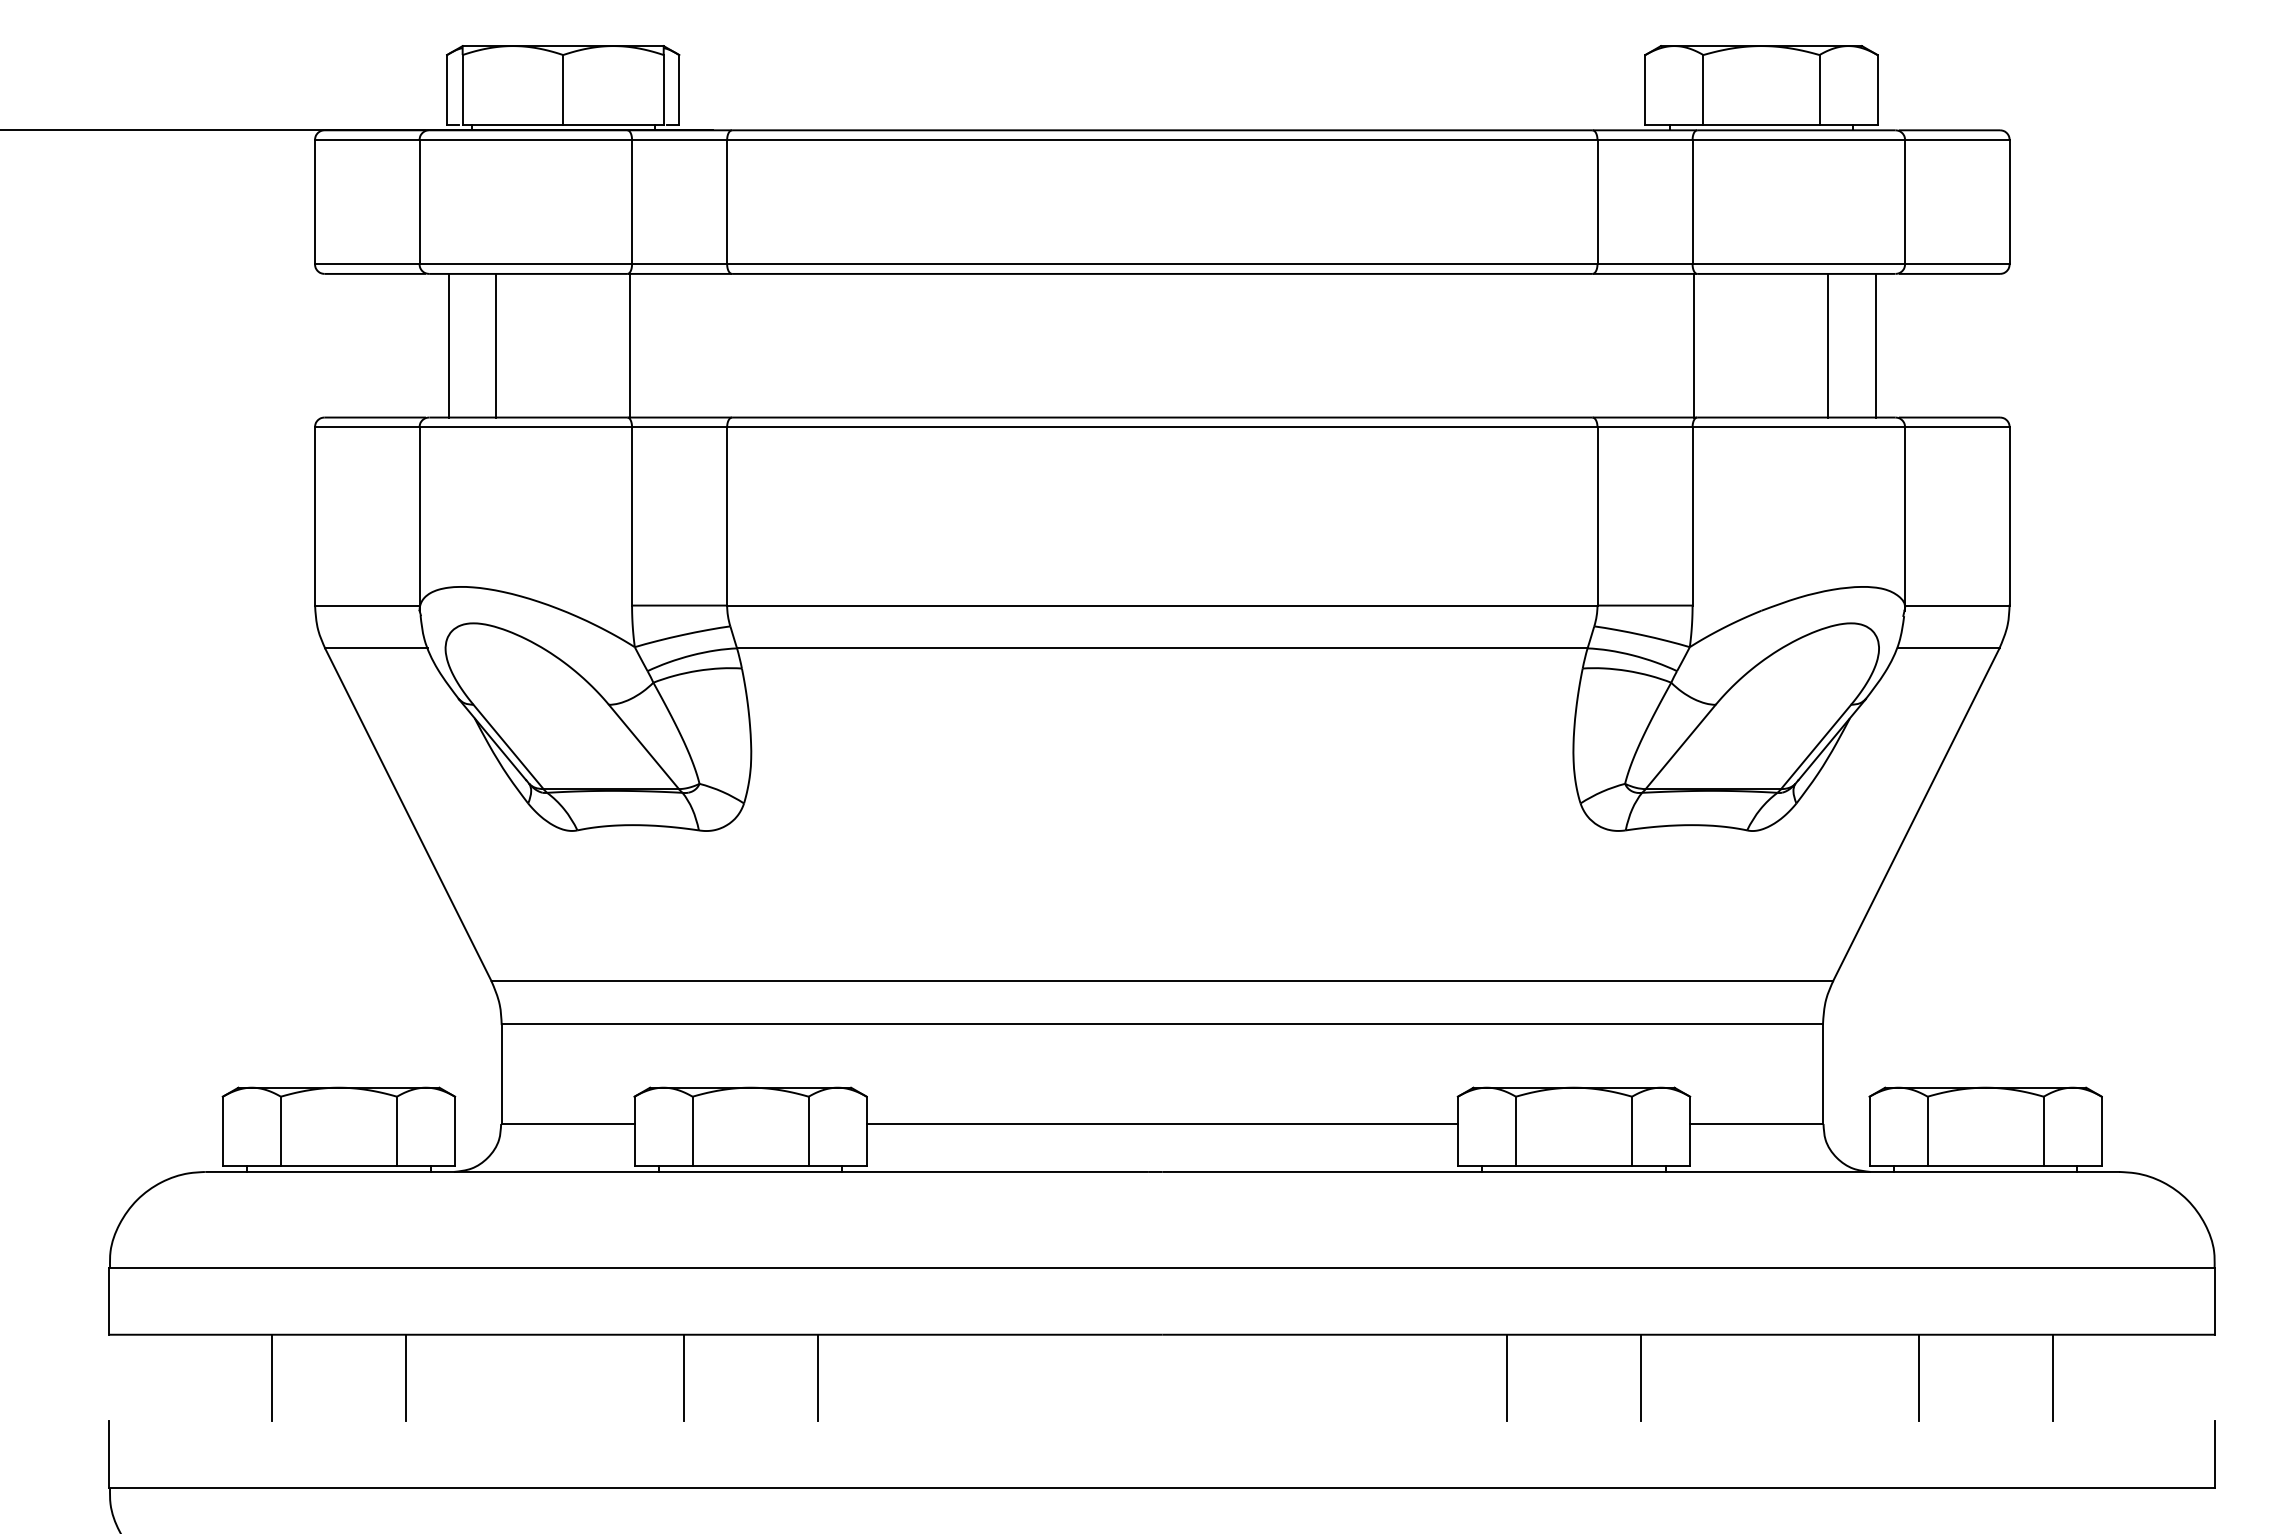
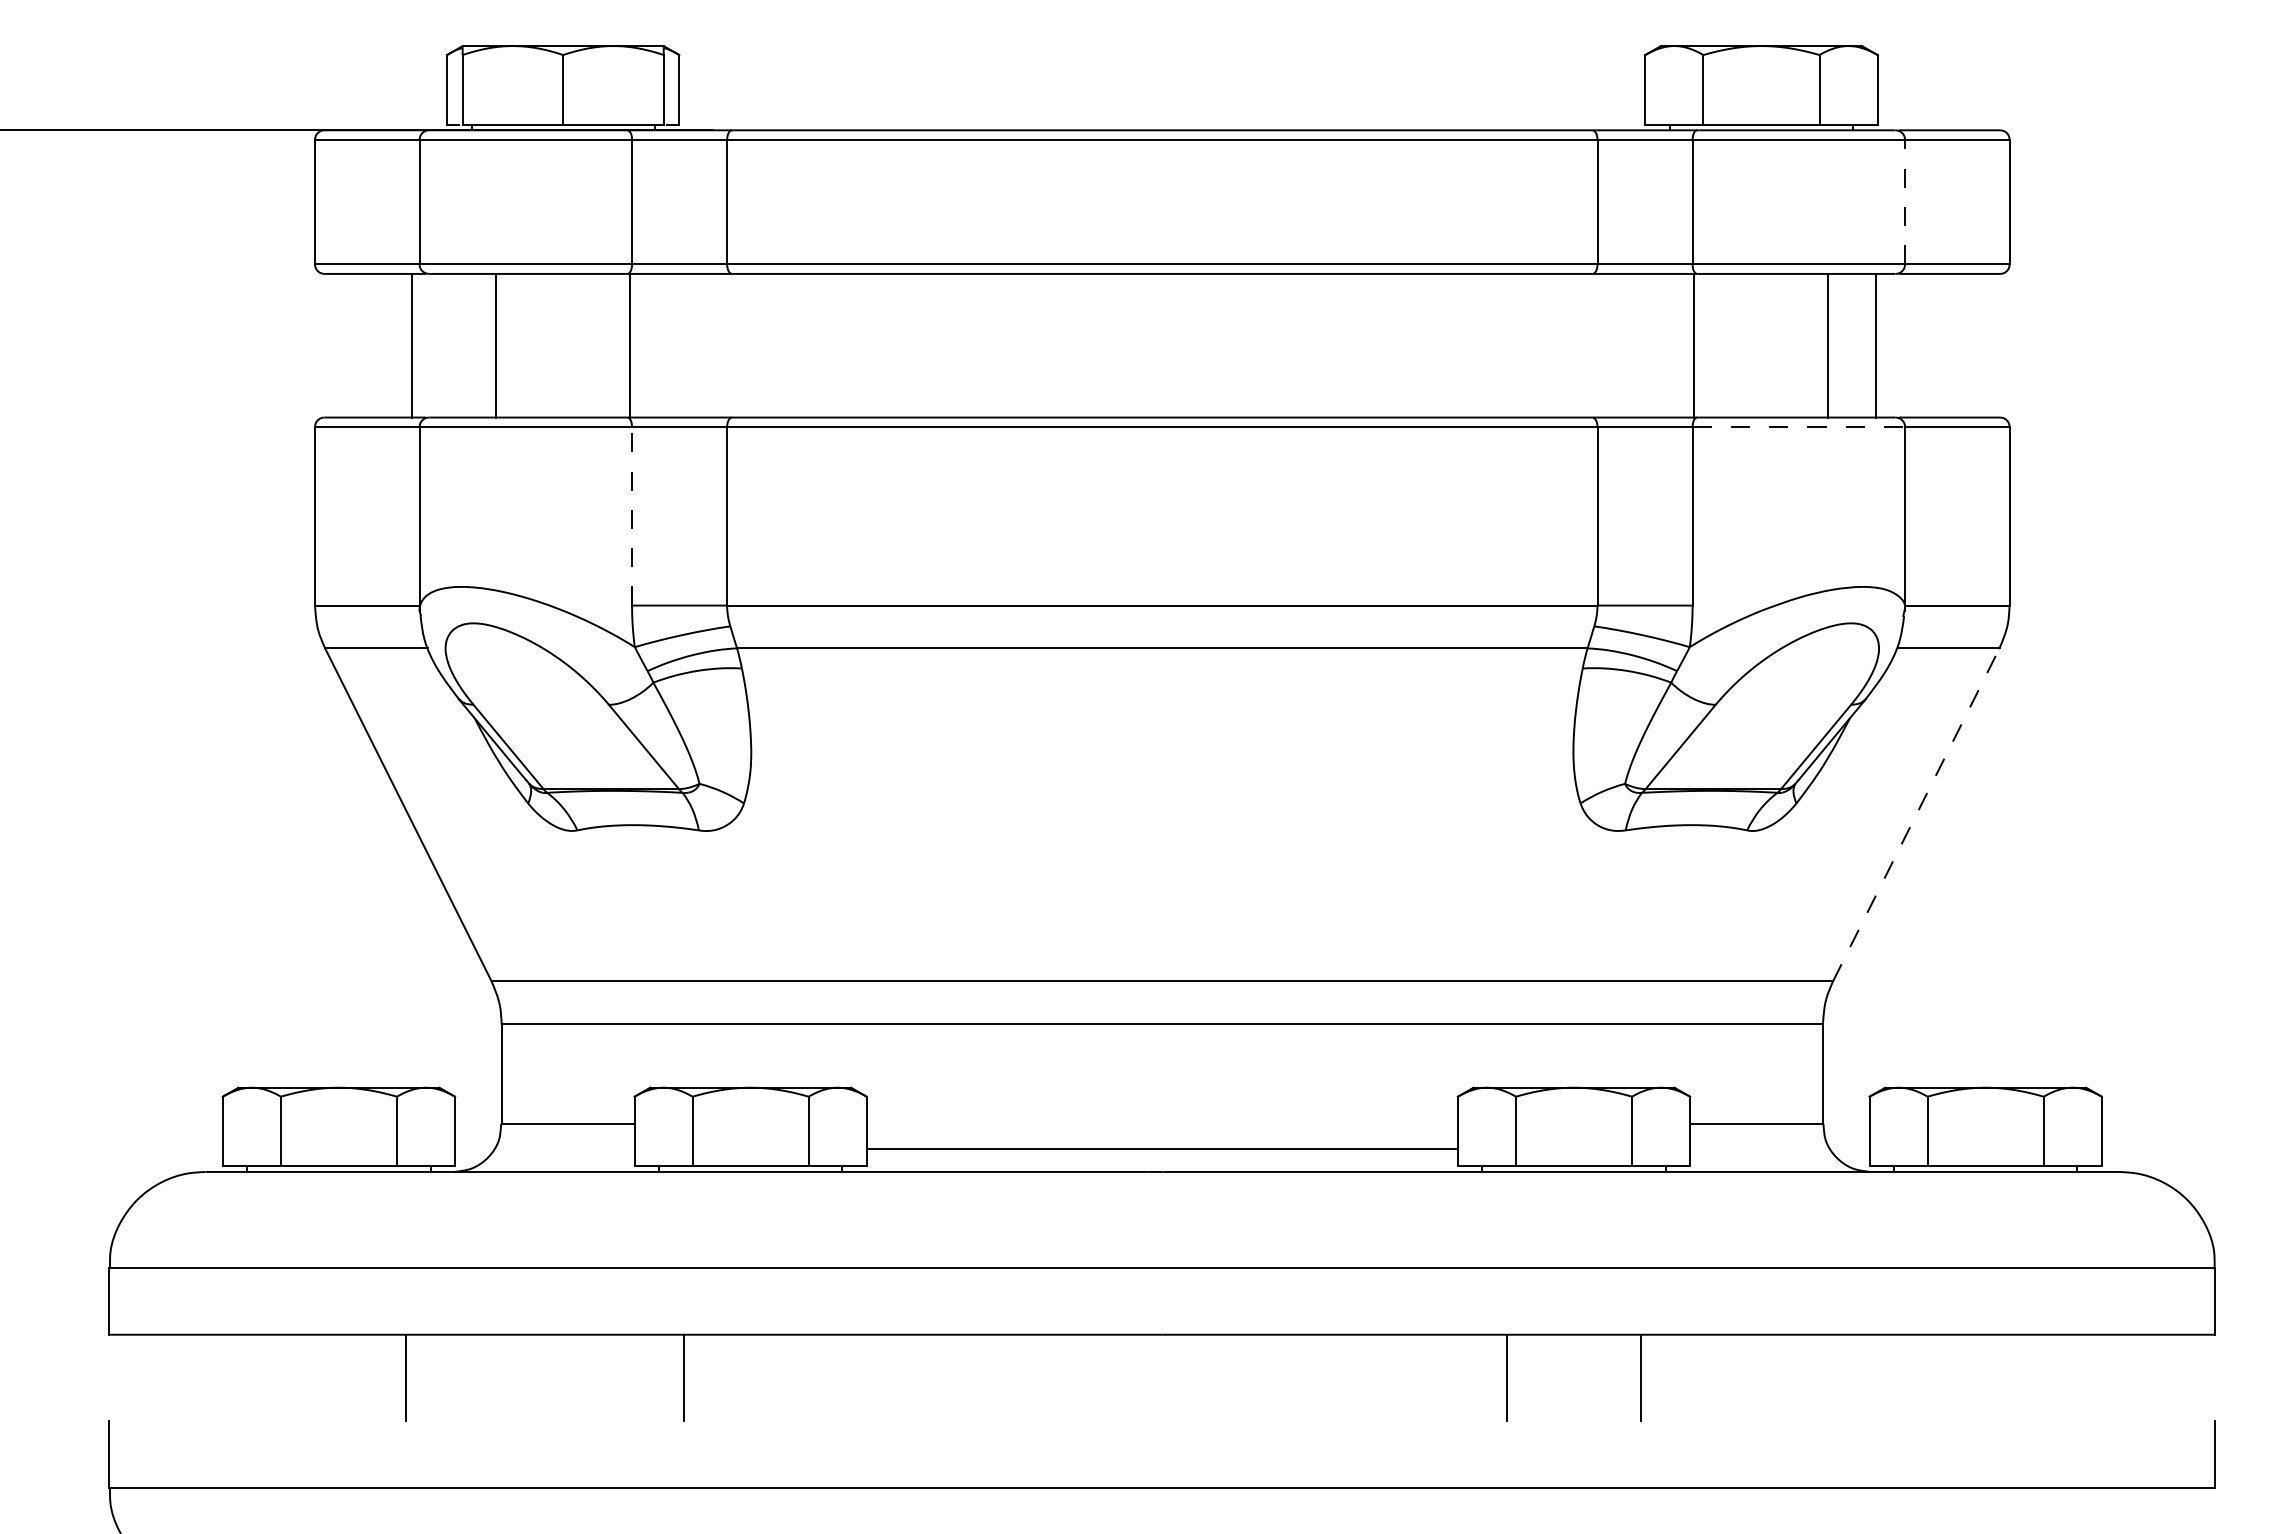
line at (1905, 201): solid -> dashed
line at (449, 345) position: (449, 345) -> (412, 345)
line at (1799, 427): solid -> dashed
line at (632, 515): solid -> dashed
line at (1916, 814): solid -> dashed
line at (1161, 1124) position: (1161, 1124) -> (1161, 1149)
line at (271, 1377): present -> none
line at (817, 1377): present -> none
line at (1918, 1377): present -> none
line at (2052, 1377): present -> none
